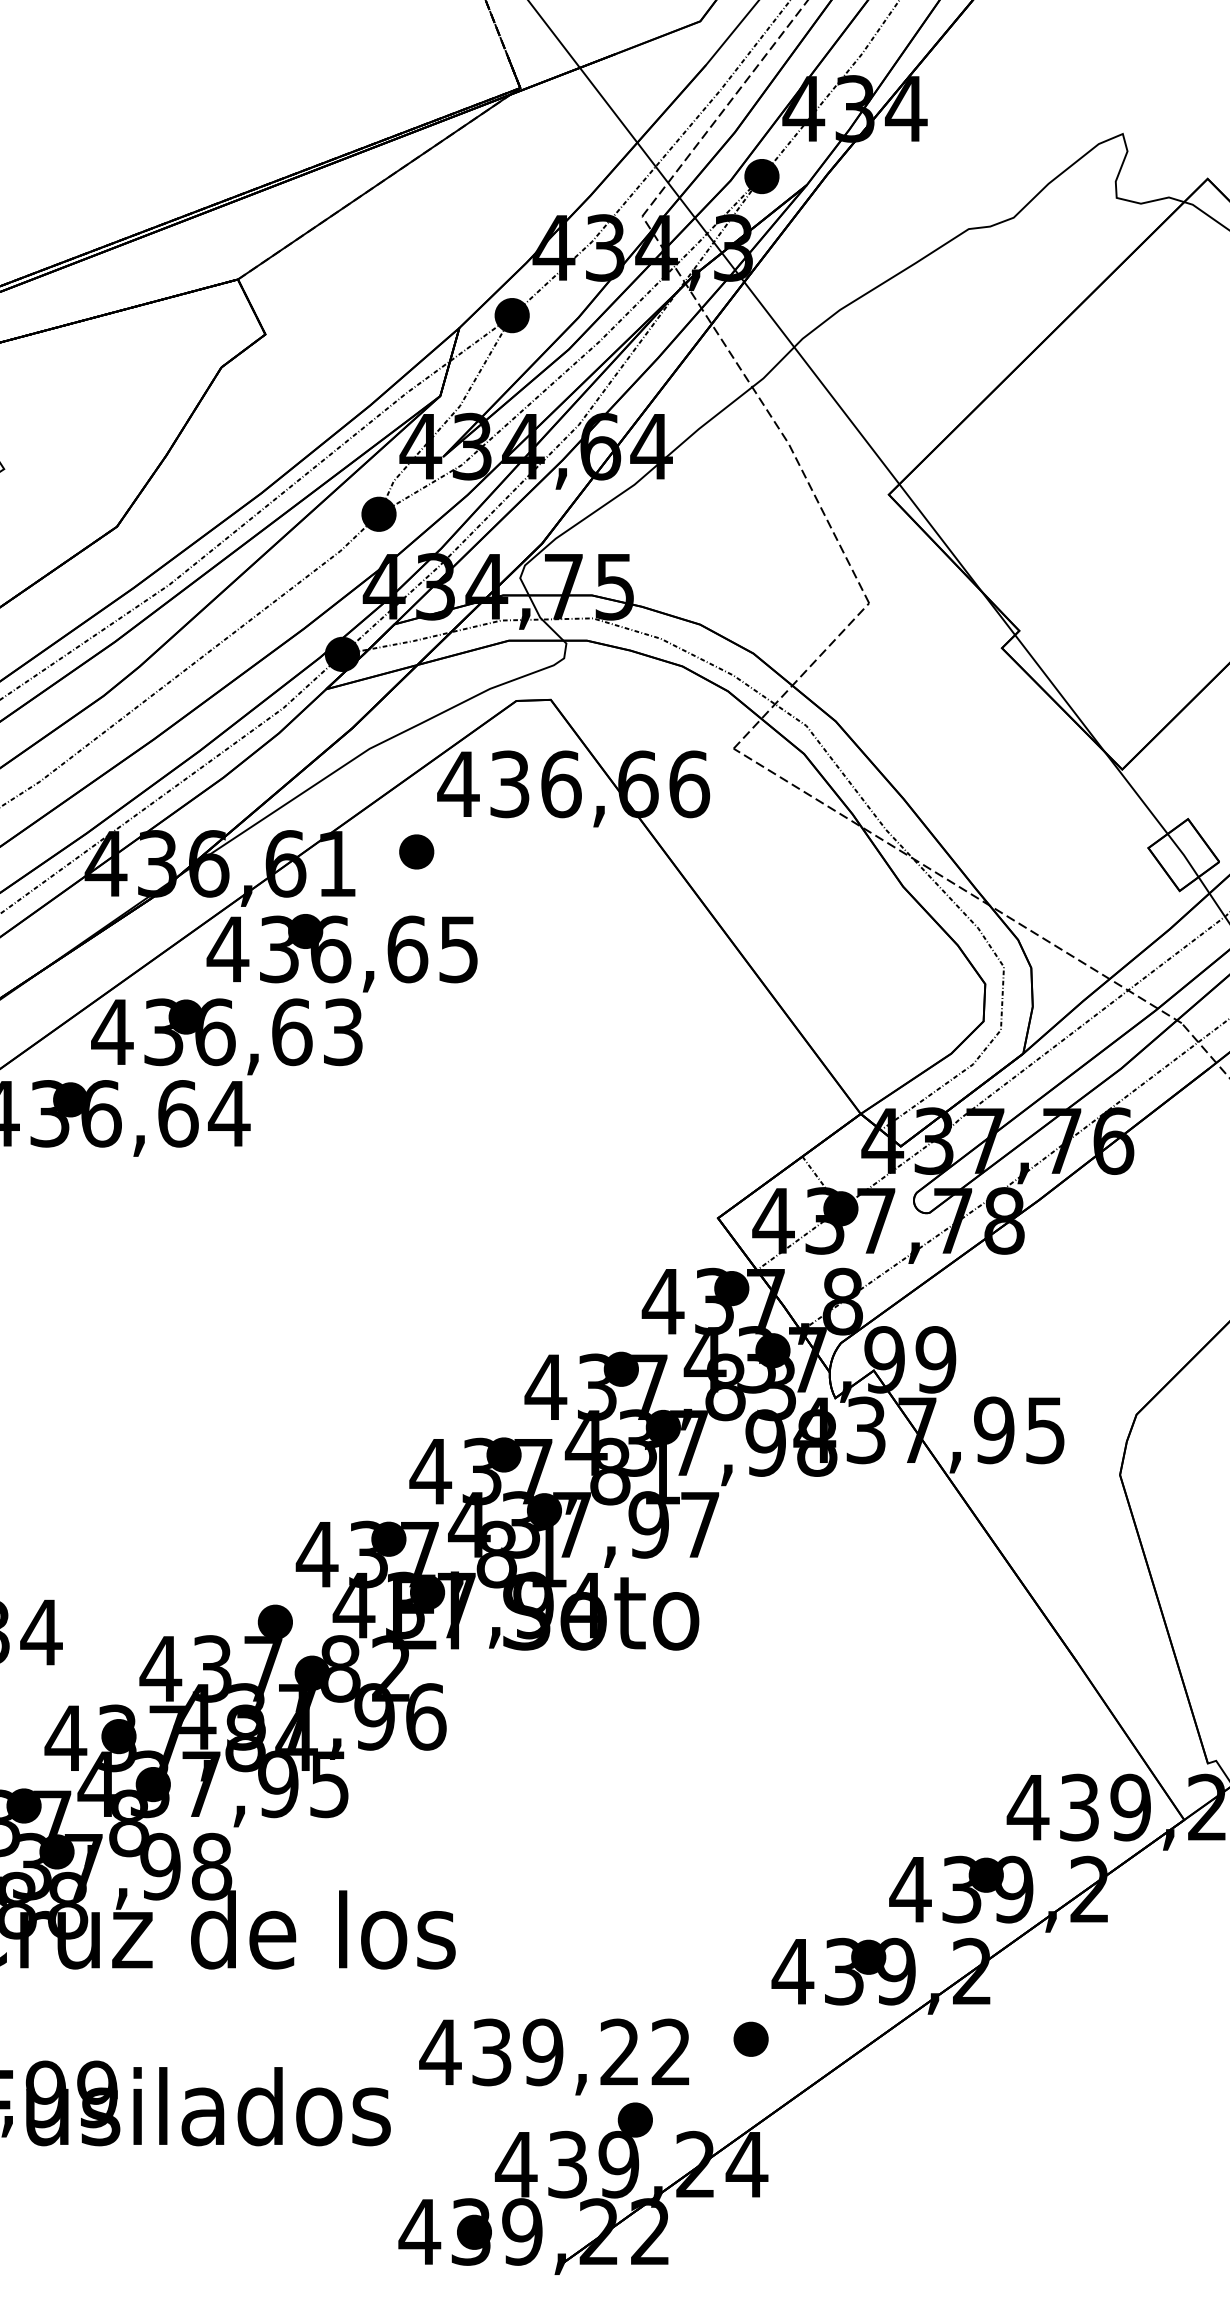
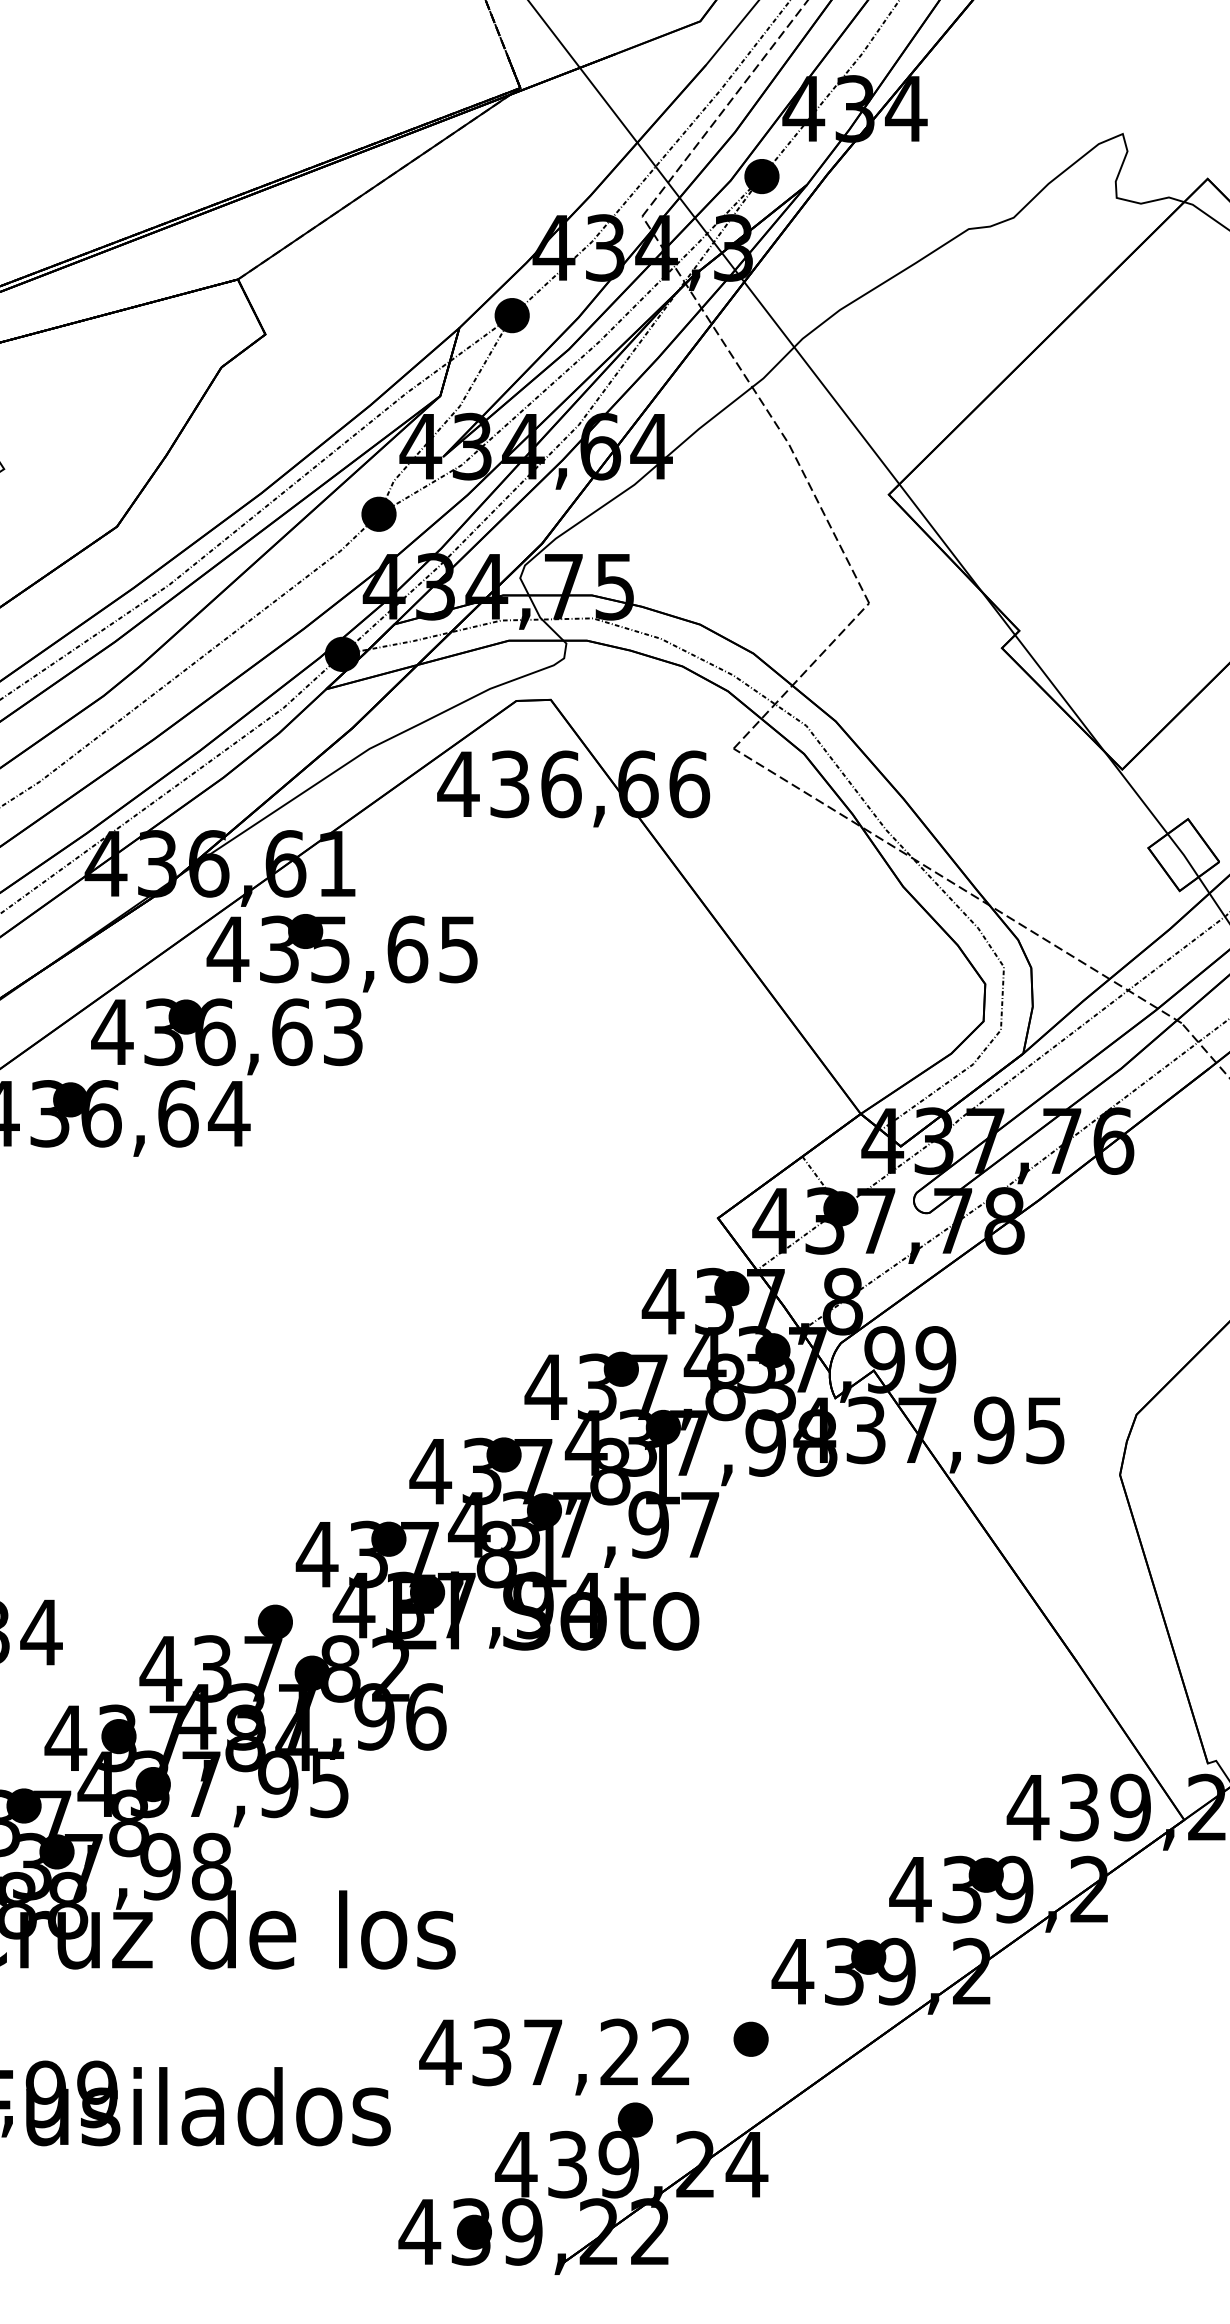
part at (416, 851): present -> none
text at (330, 949): 436,65 -> 435,65
text at (542, 2052): 439,22 -> 437,22
